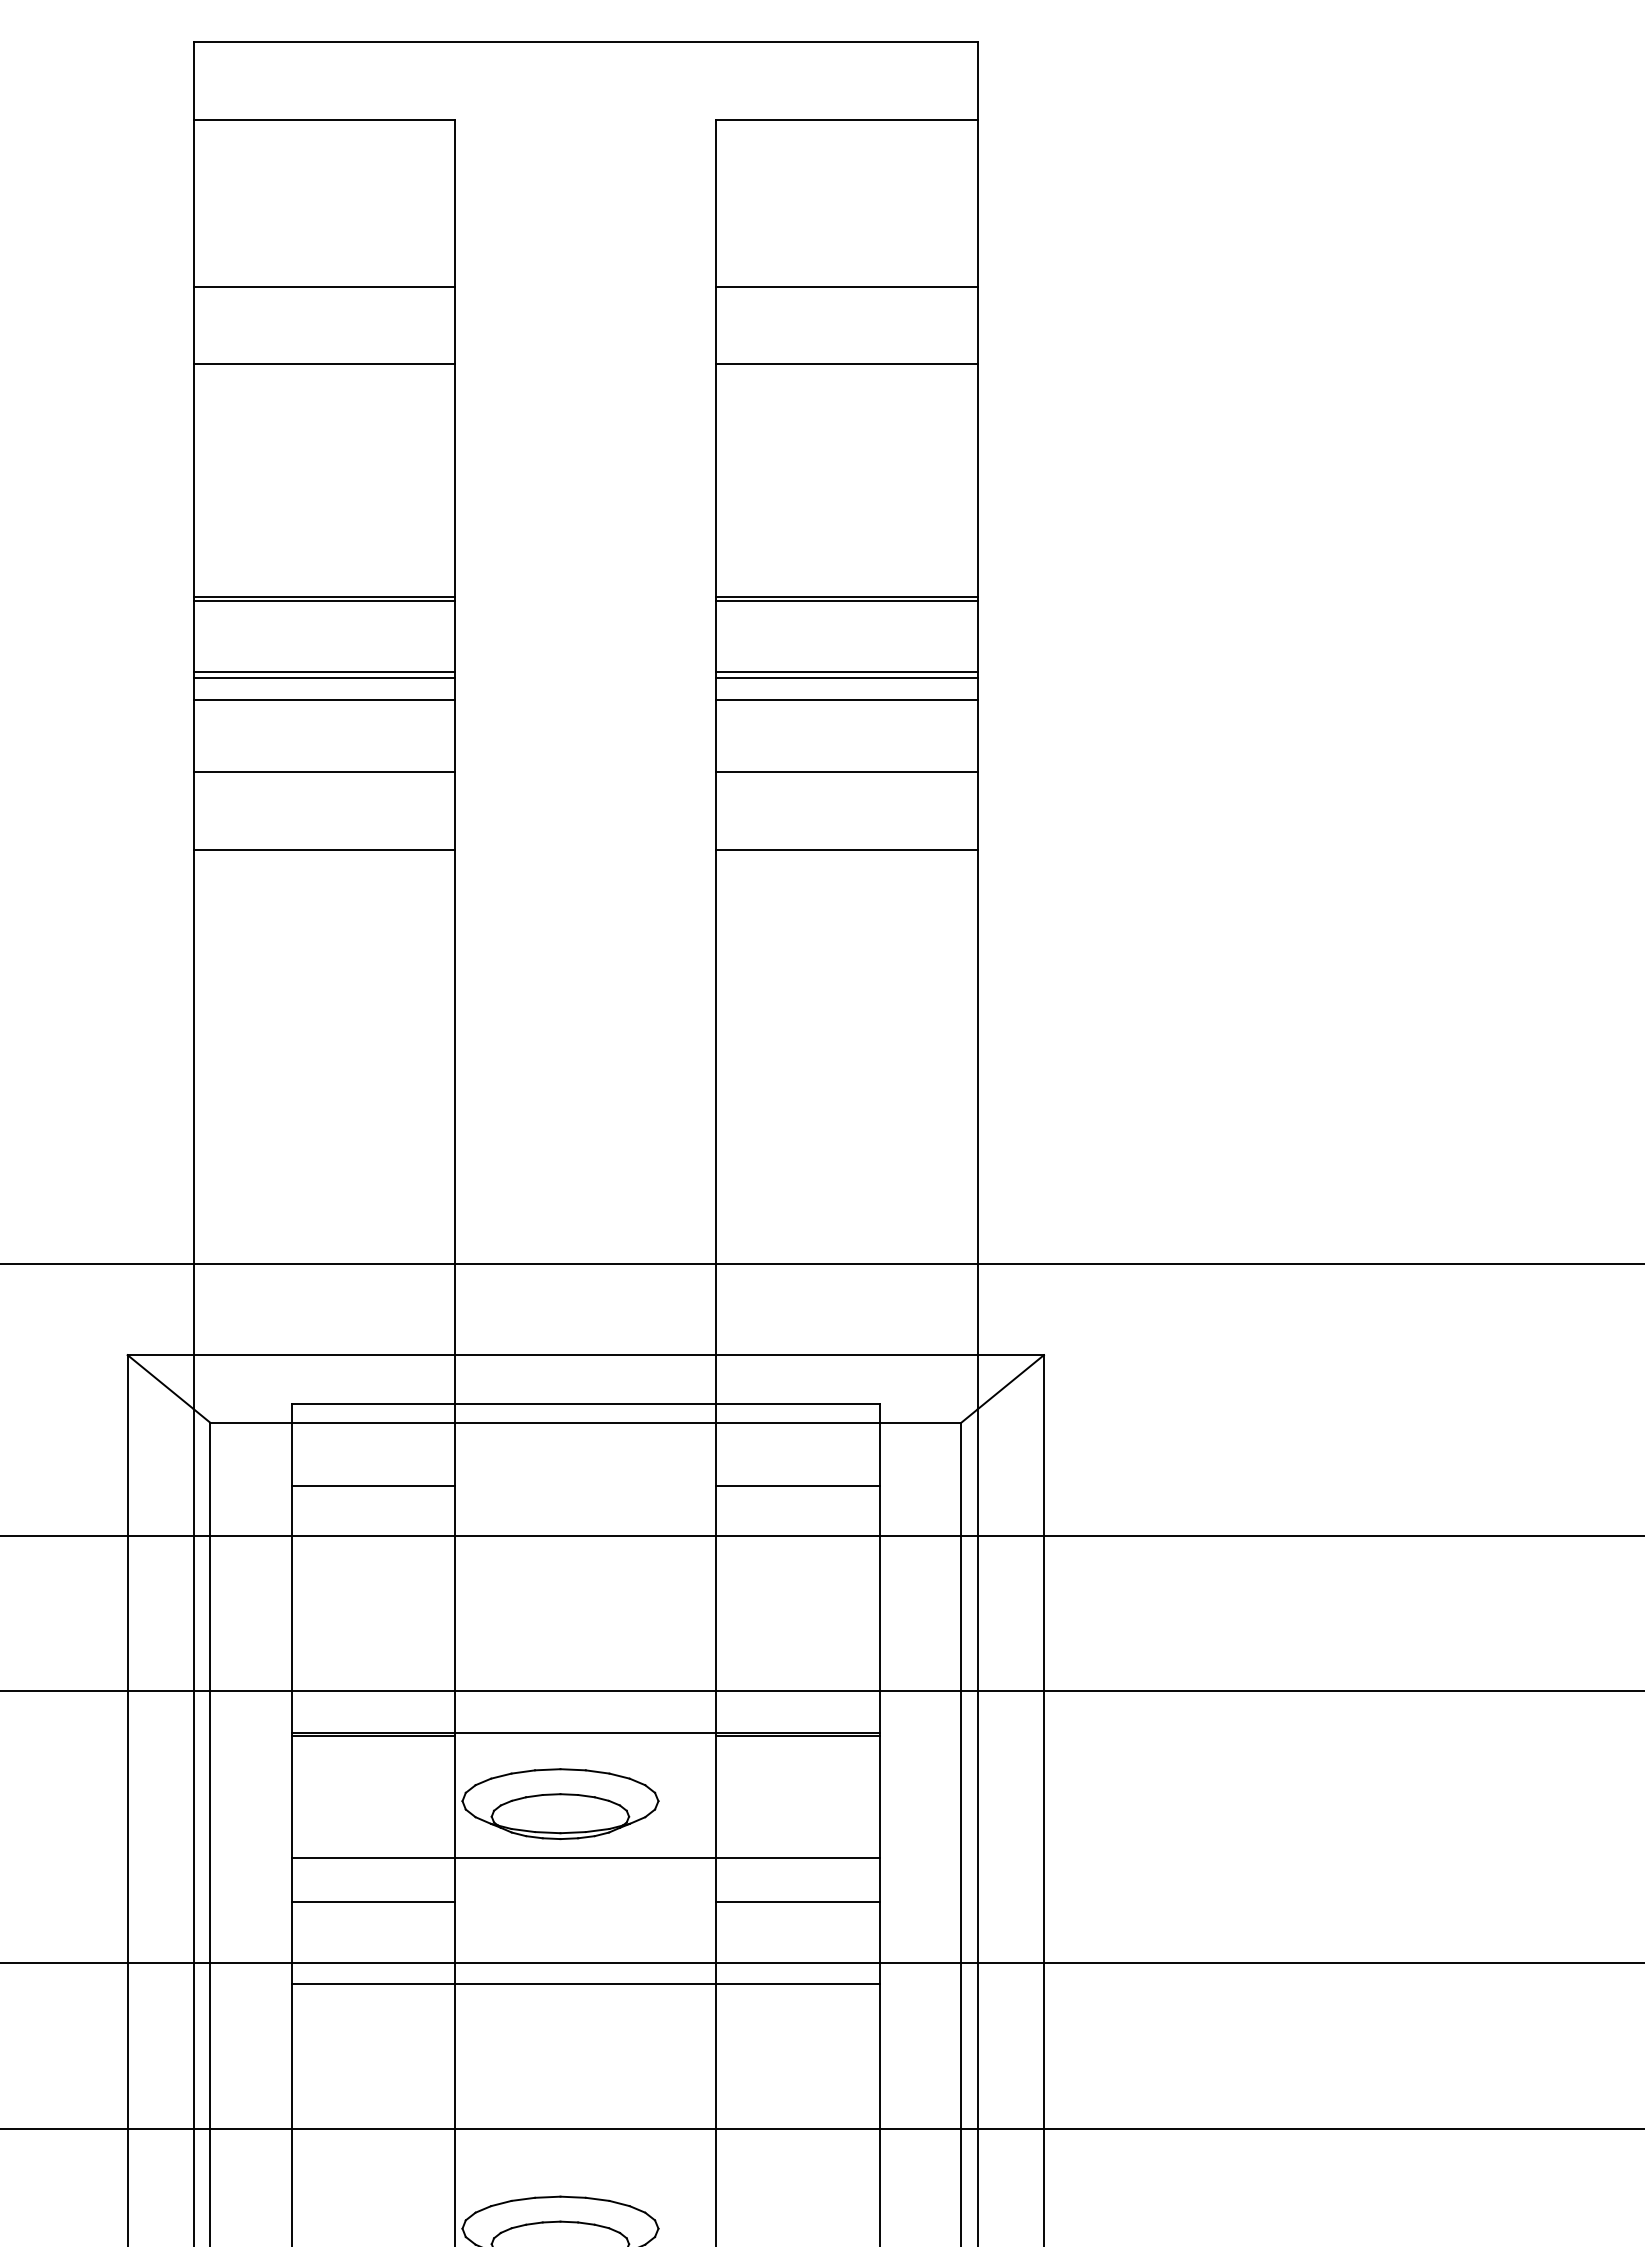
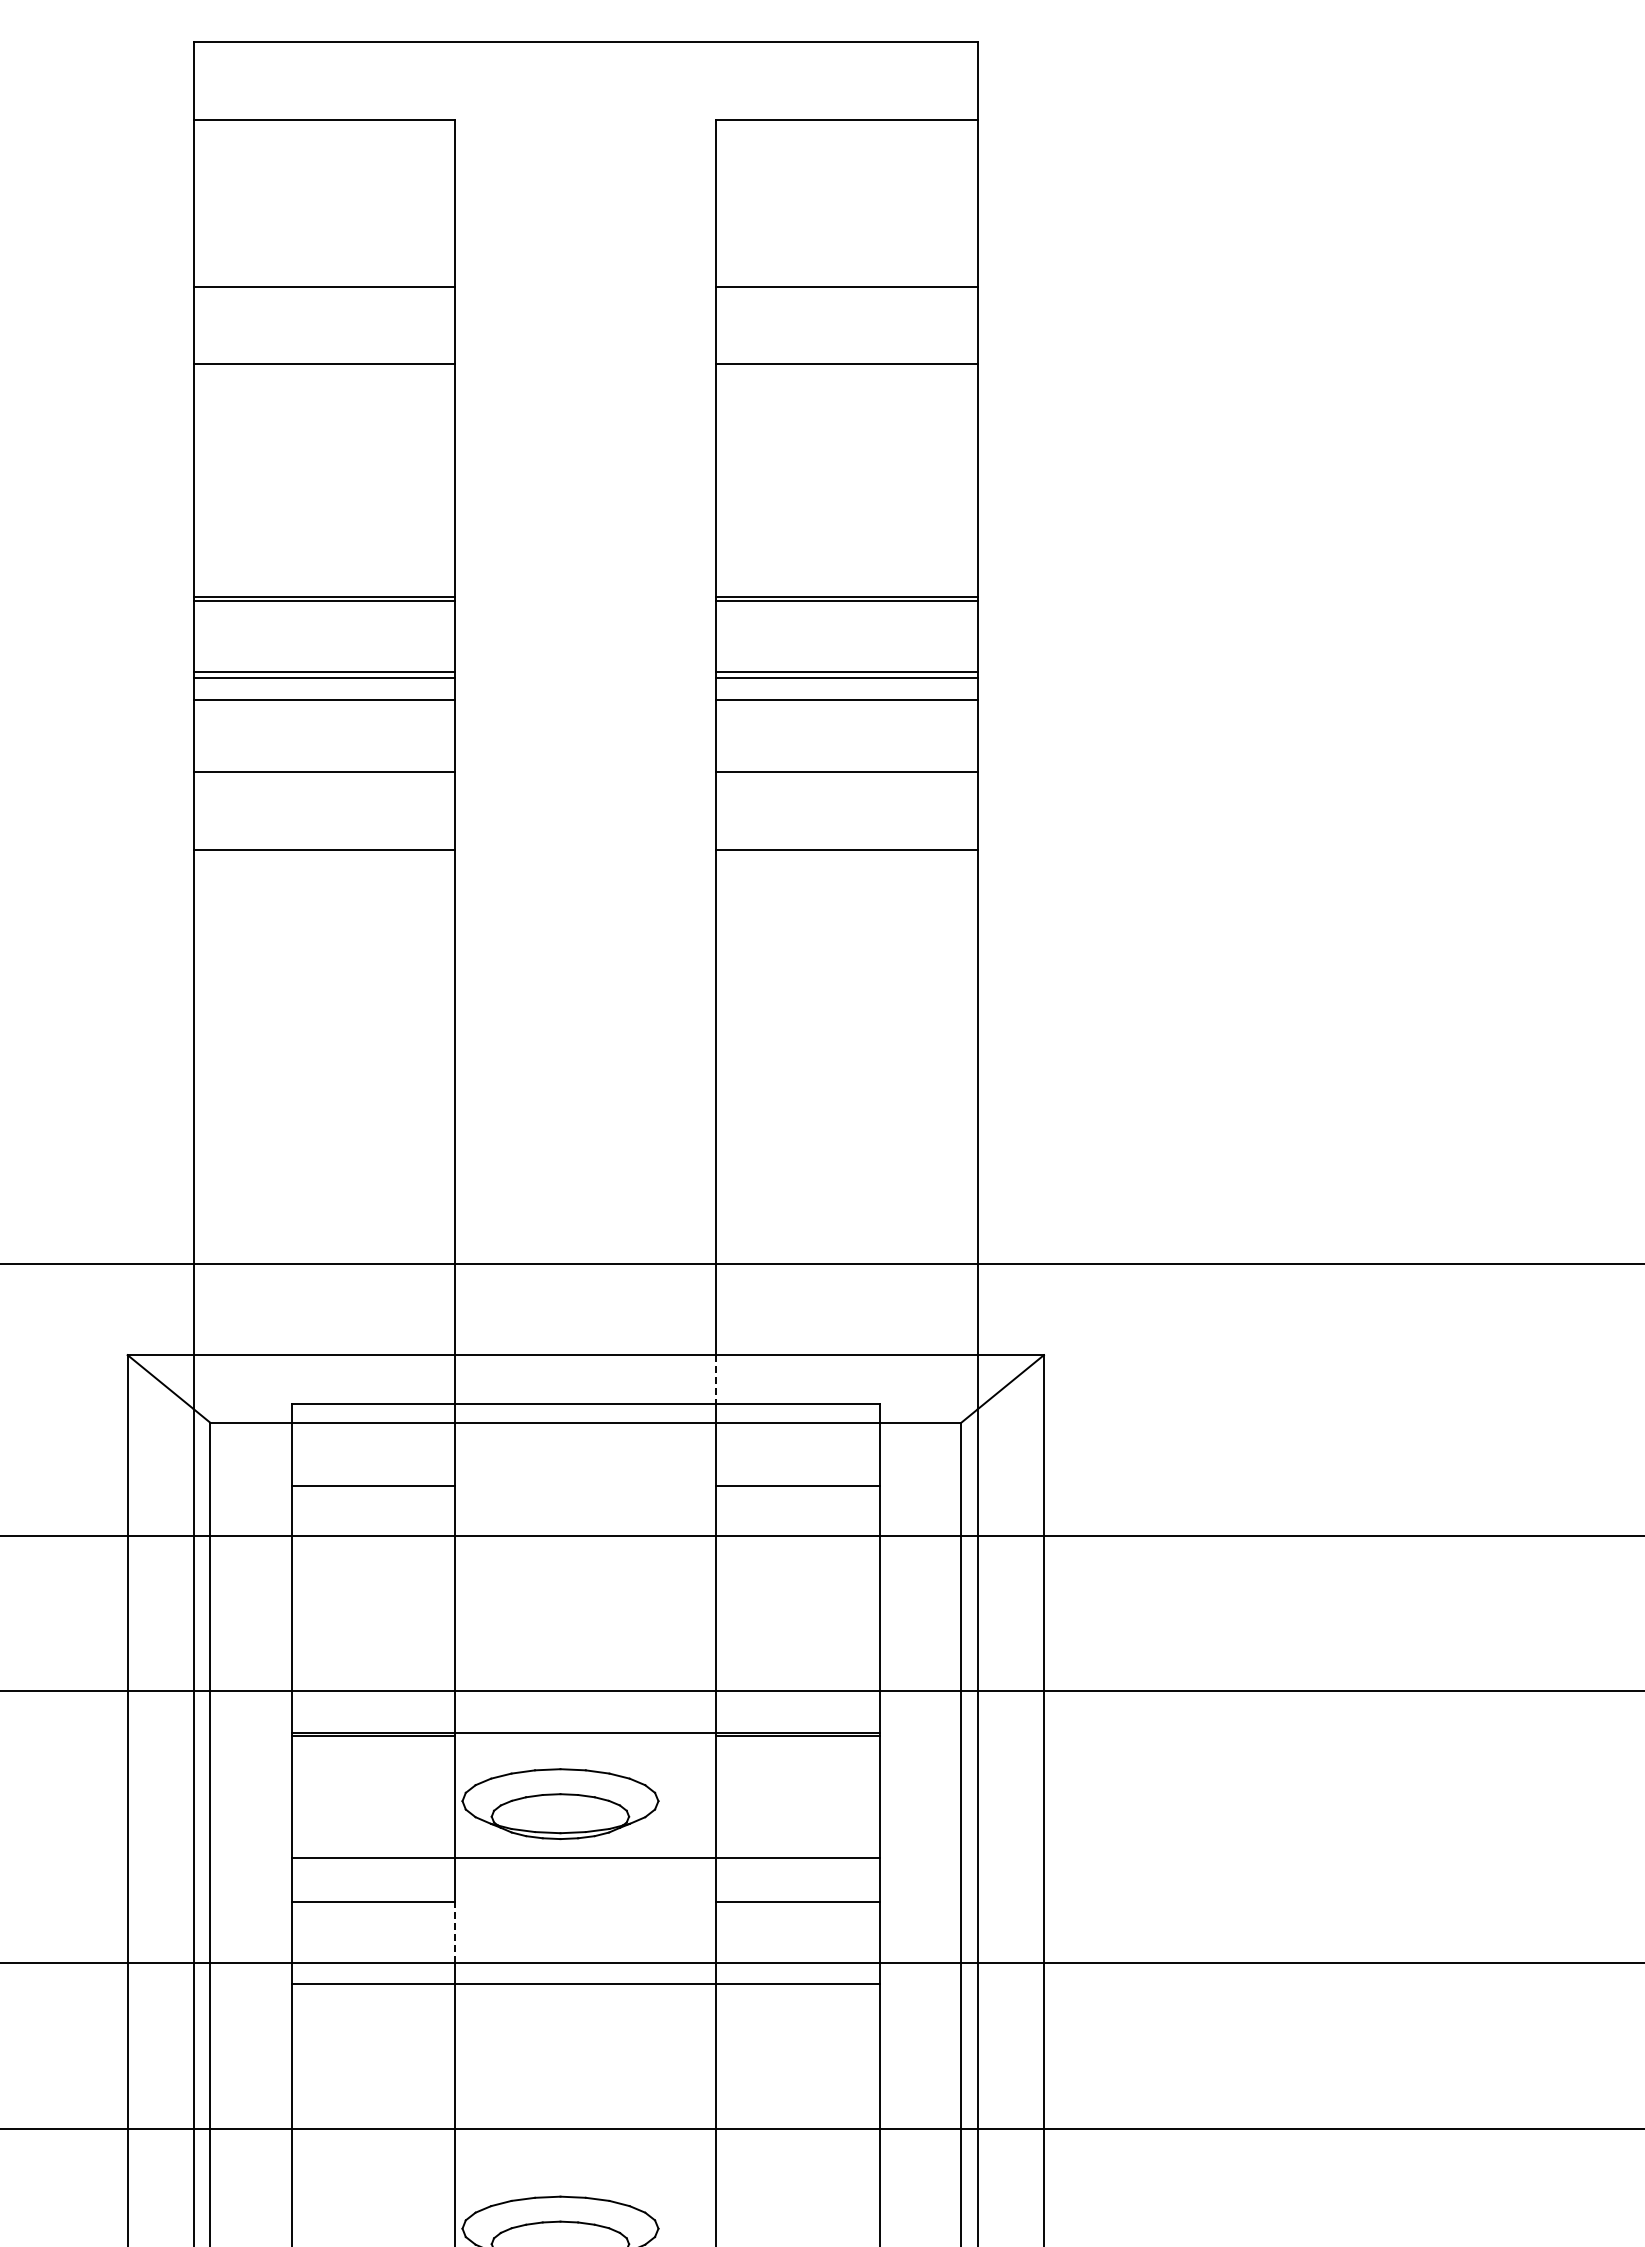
line at (716, 1380): solid -> dashed
line at (455, 1932): solid -> dashed
